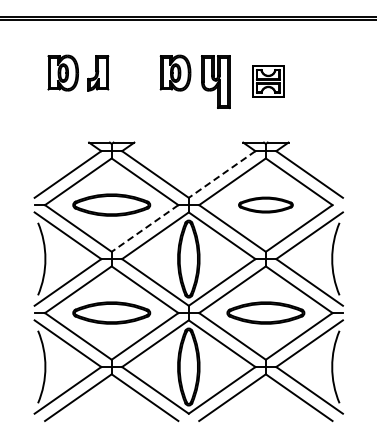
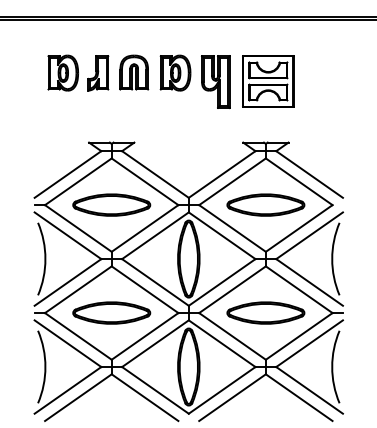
part at (134, 72): none -> present
part at (268, 81) size: 33x33 px -> 53x53 px
line at (222, 174): dashed -> solid
part at (265, 204) size: 56x18 px -> 80x24 px
line at (145, 228): dashed -> solid
